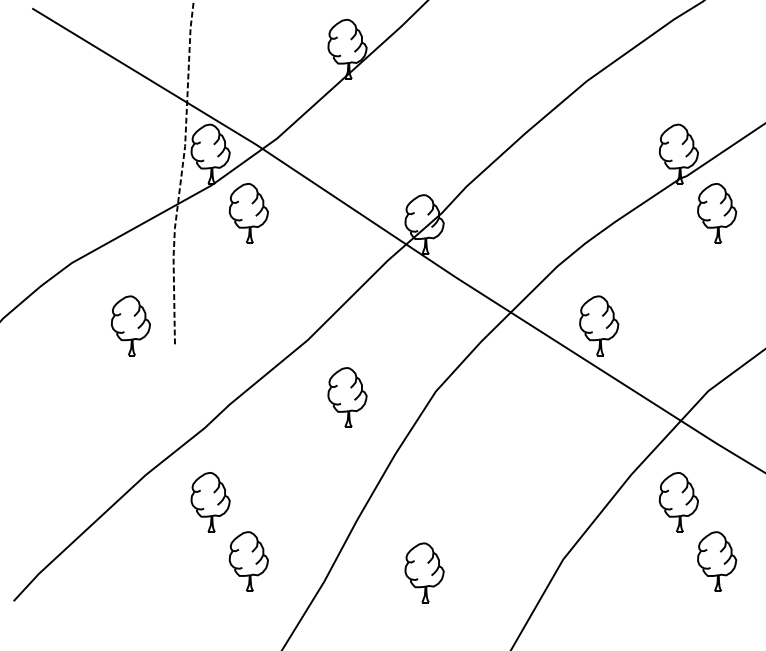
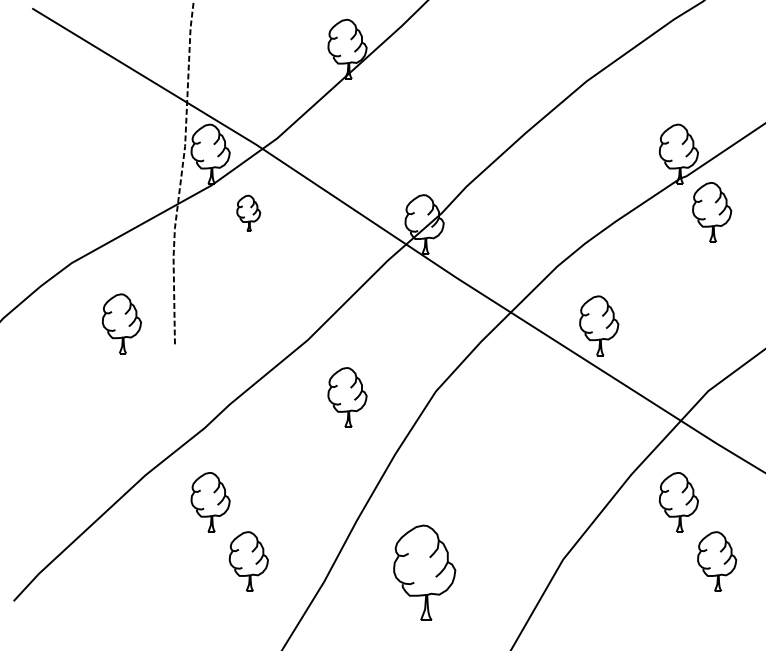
part at (248, 213) size: 41x61 px -> 26x38 px
part at (717, 213) position: (717, 213) -> (712, 212)
part at (130, 325) position: (130, 325) -> (121, 323)
part at (424, 572) size: 41x62 px -> 64x97 px
